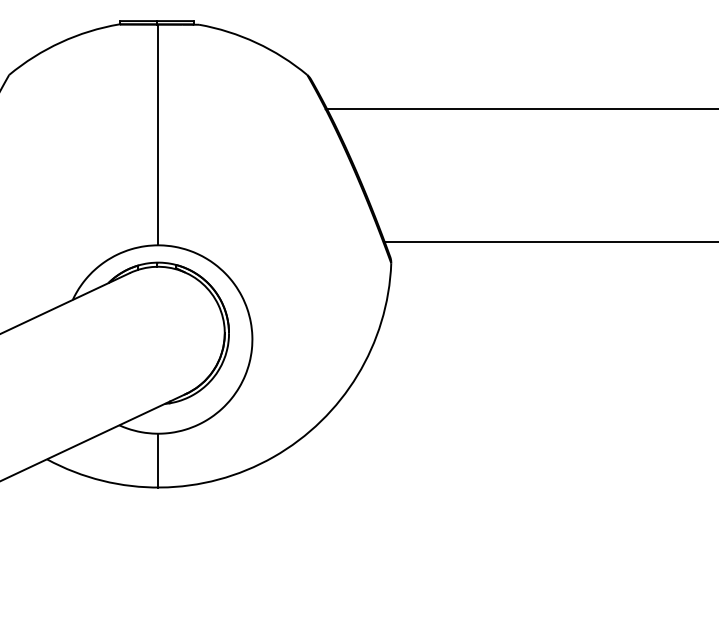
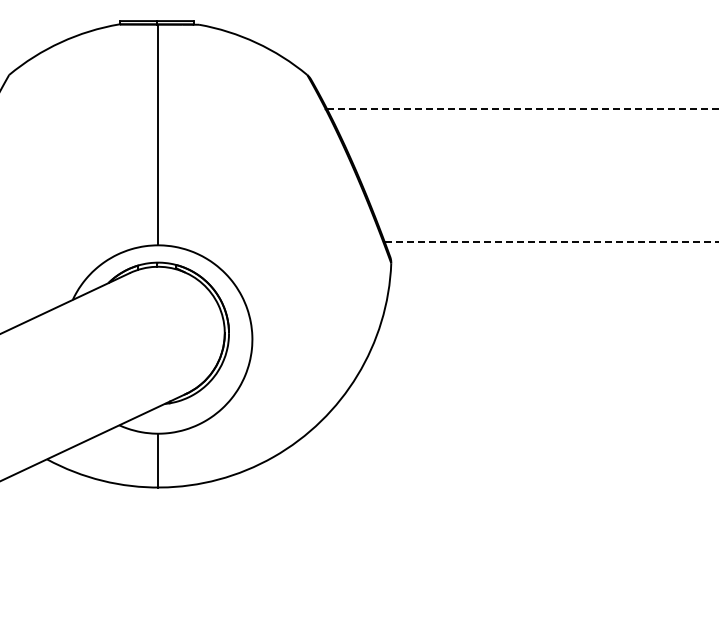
line at (522, 108): solid -> dashed
line at (551, 241): solid -> dashed
